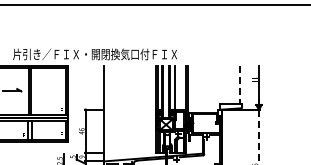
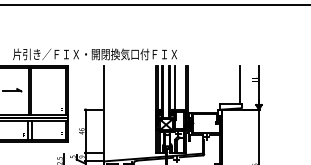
line at (240, 85): dashed -> solid
line at (259, 136): dashed -> solid
